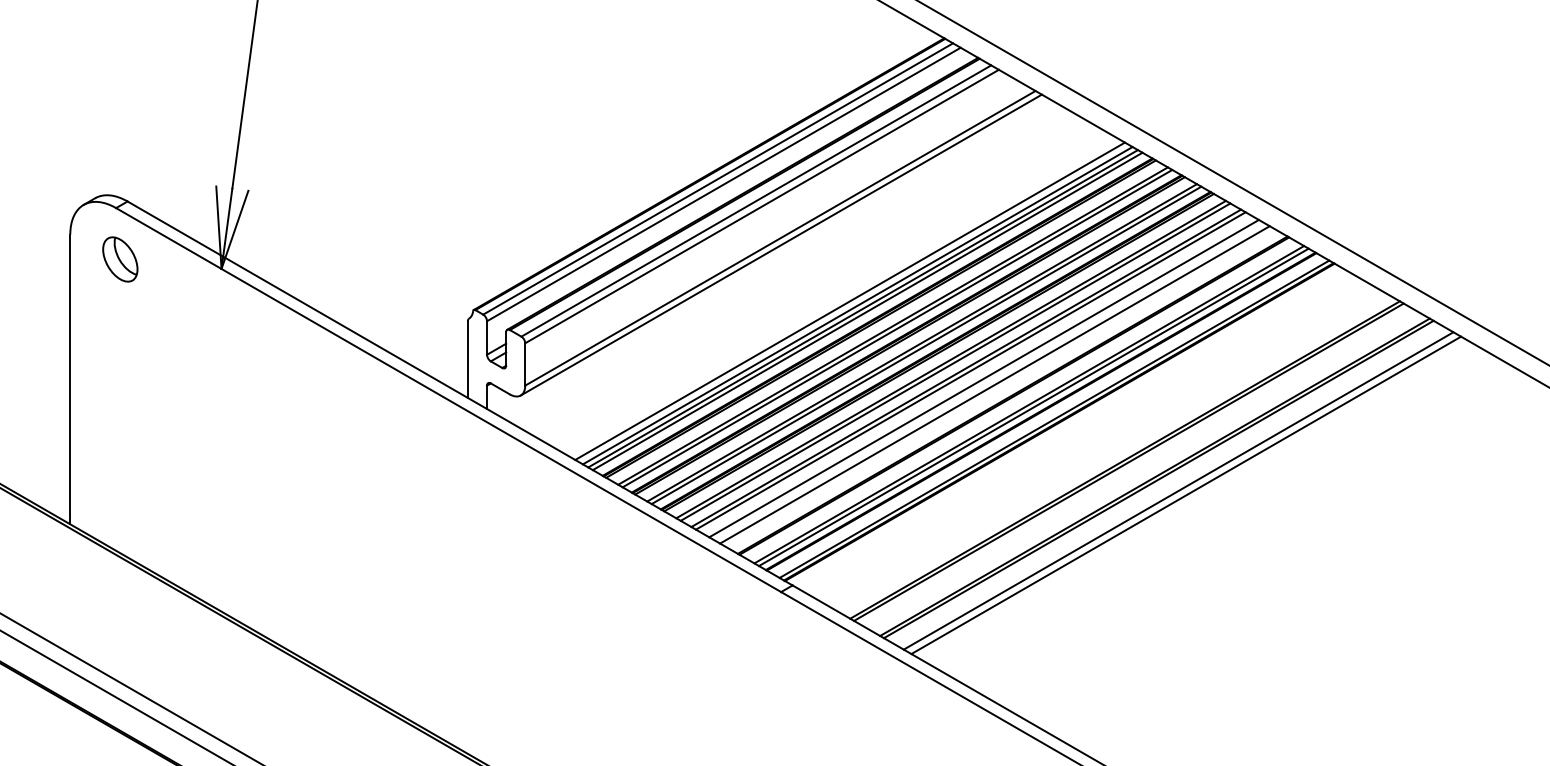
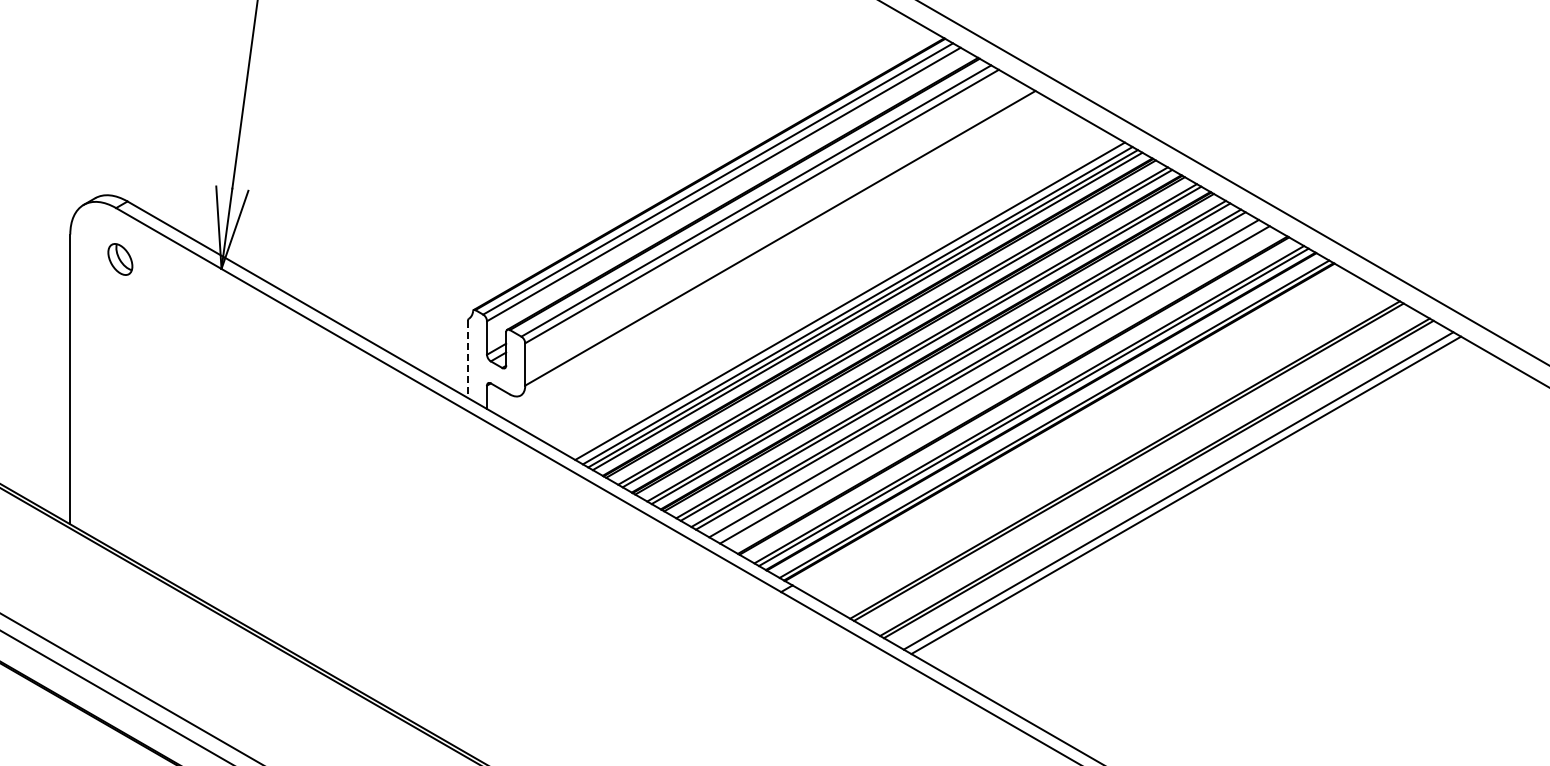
line at (780, 244): present -> none
part at (120, 259) size: 37x47 px -> 27x33 px
line at (467, 360): solid -> dashed
